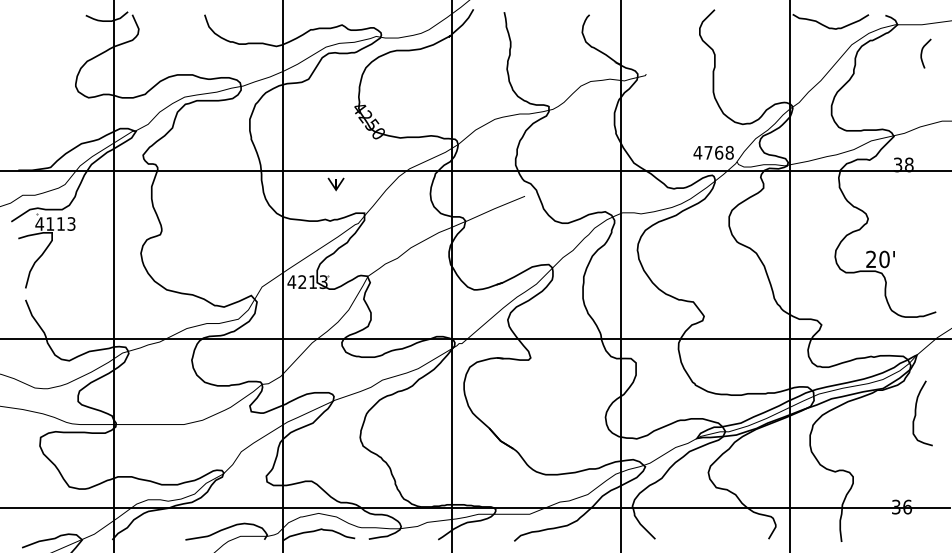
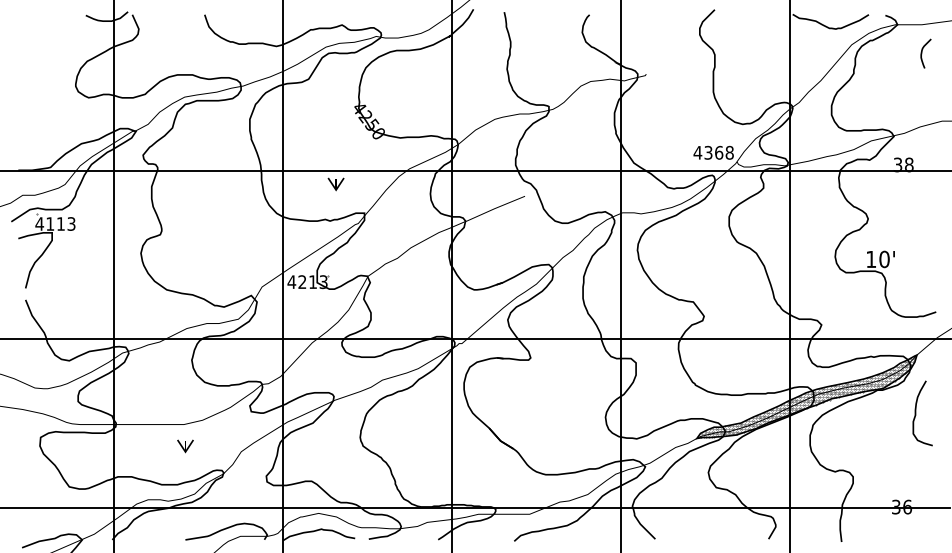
text at (708, 152): 4768 -> 4368
text at (870, 258): 20' -> 10'
hatch at (806, 396): none -> present
part at (185, 446): none -> present
